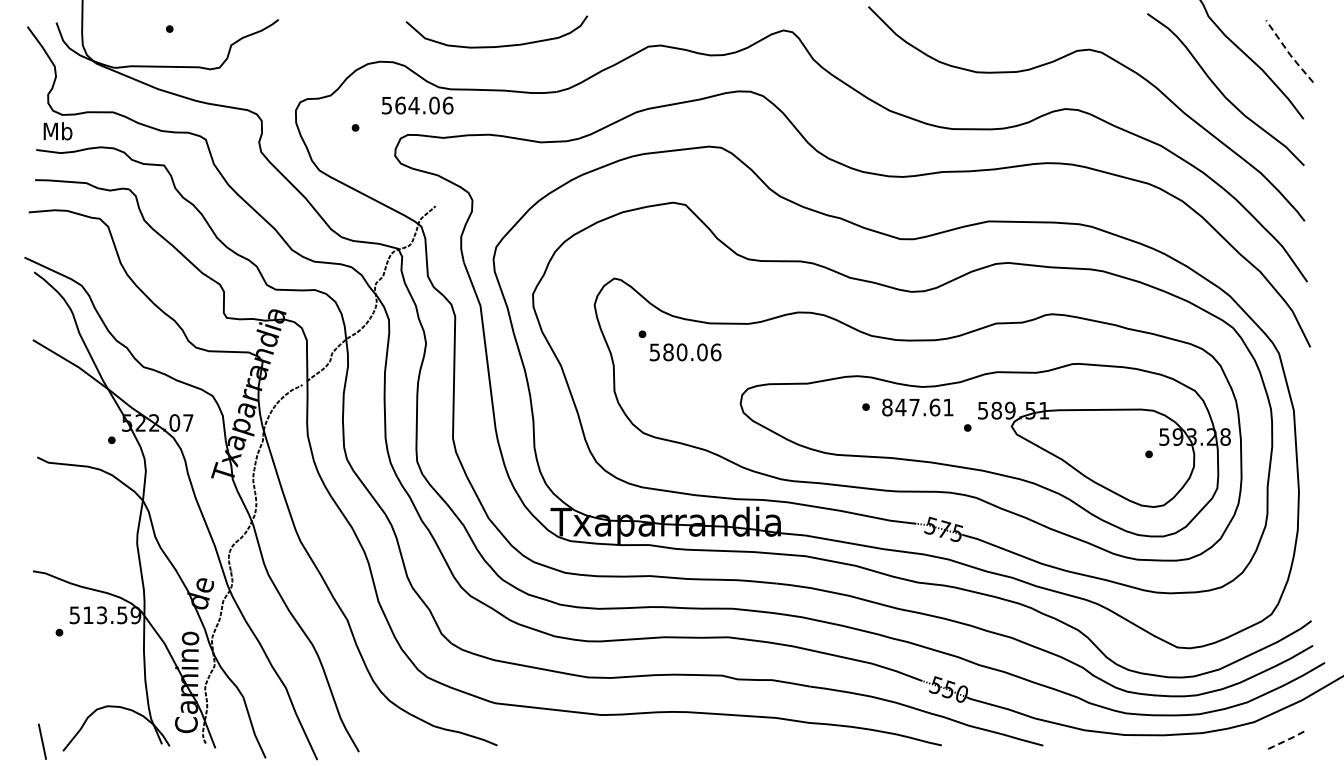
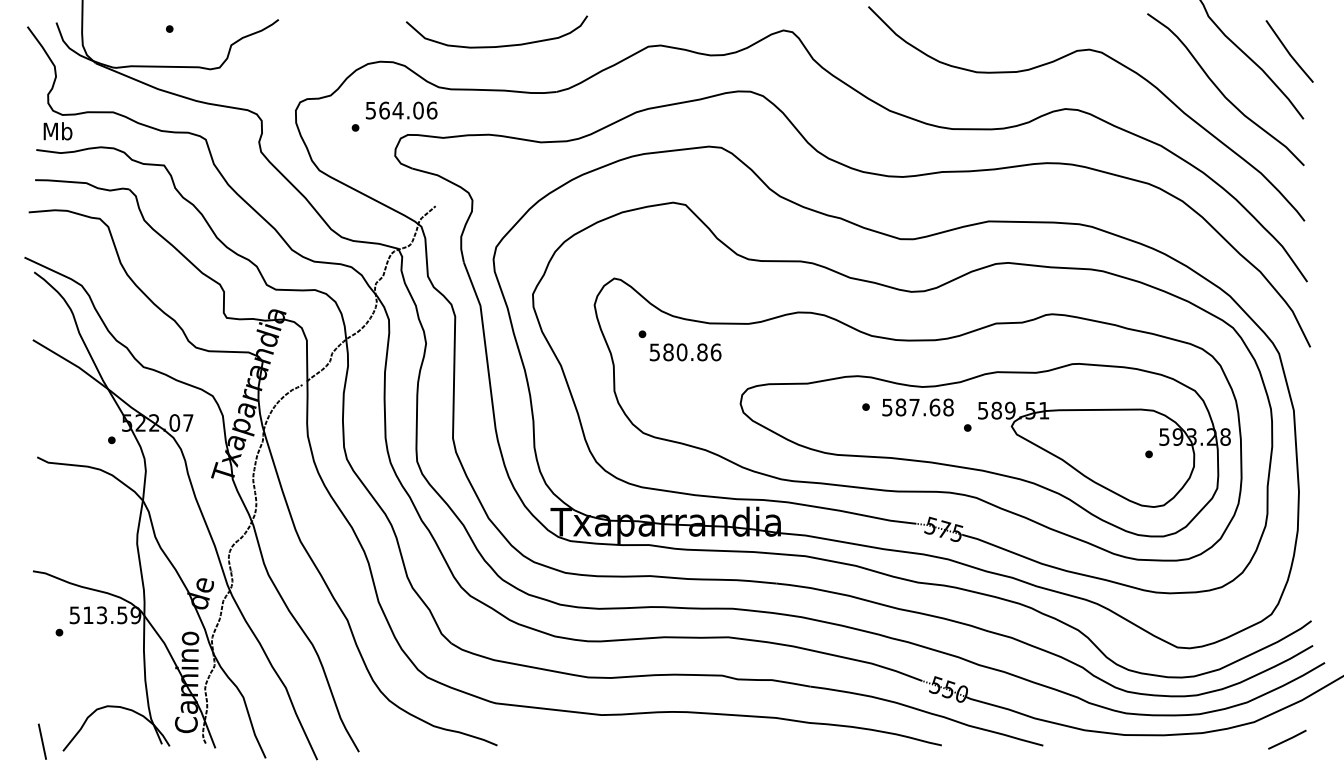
line at (1289, 53): dashed -> solid
text at (417, 105) position: (417, 105) -> (401, 110)
text at (702, 351): 580.06 -> 580.86
text at (917, 407): 847.61 -> 587.68
line at (1288, 739): dashed -> solid
